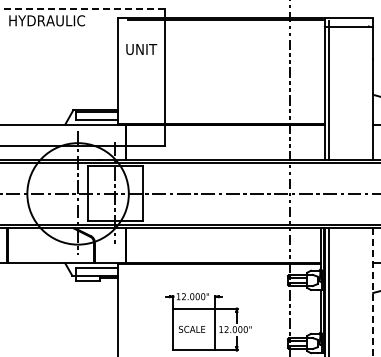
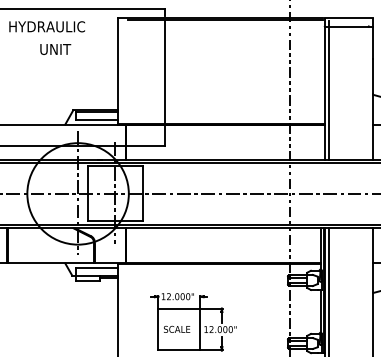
line at (82, 8): dashed -> solid
text at (46, 20) position: (46, 20) -> (46, 26)
text at (141, 49) position: (141, 49) -> (55, 49)
line at (373, 293): dashed -> solid
part at (208, 322) position: (208, 322) -> (193, 322)
